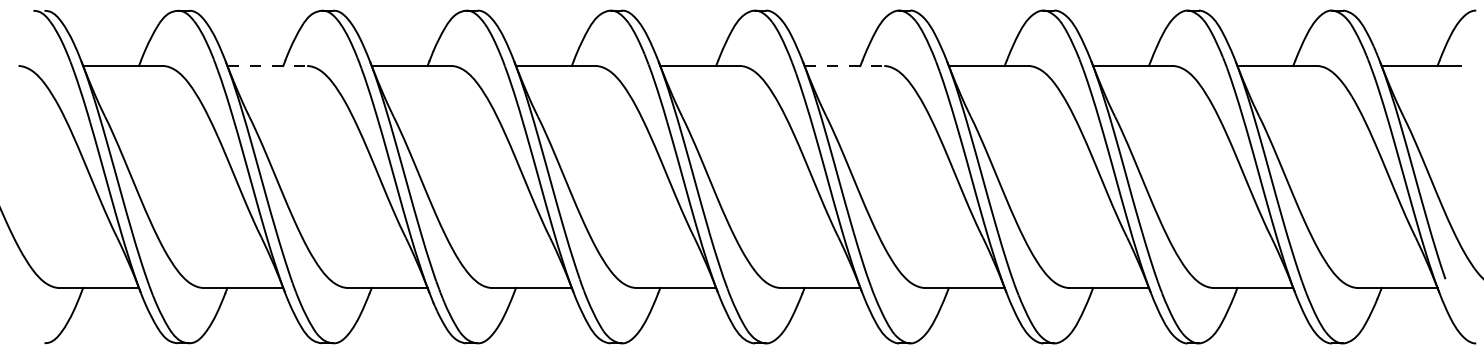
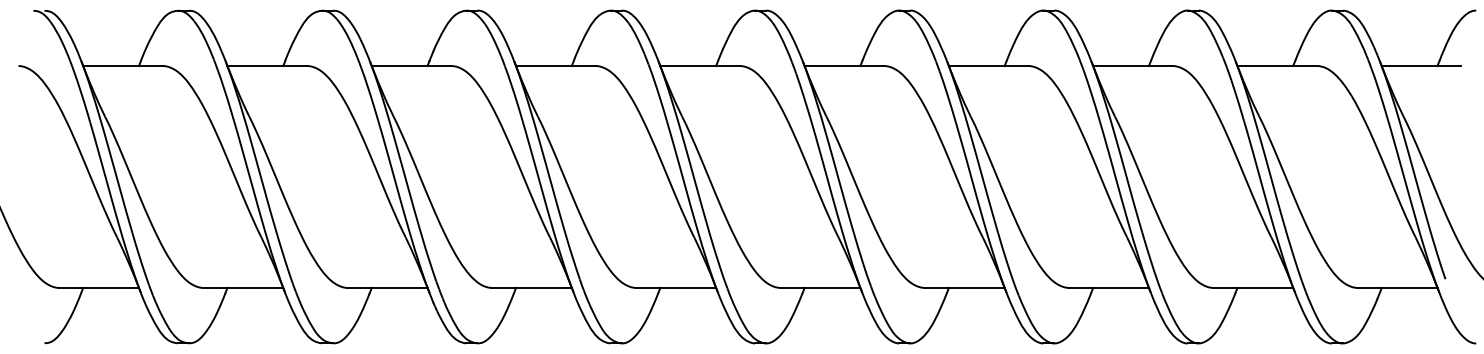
line at (267, 66): dashed -> solid
line at (844, 66): dashed -> solid
